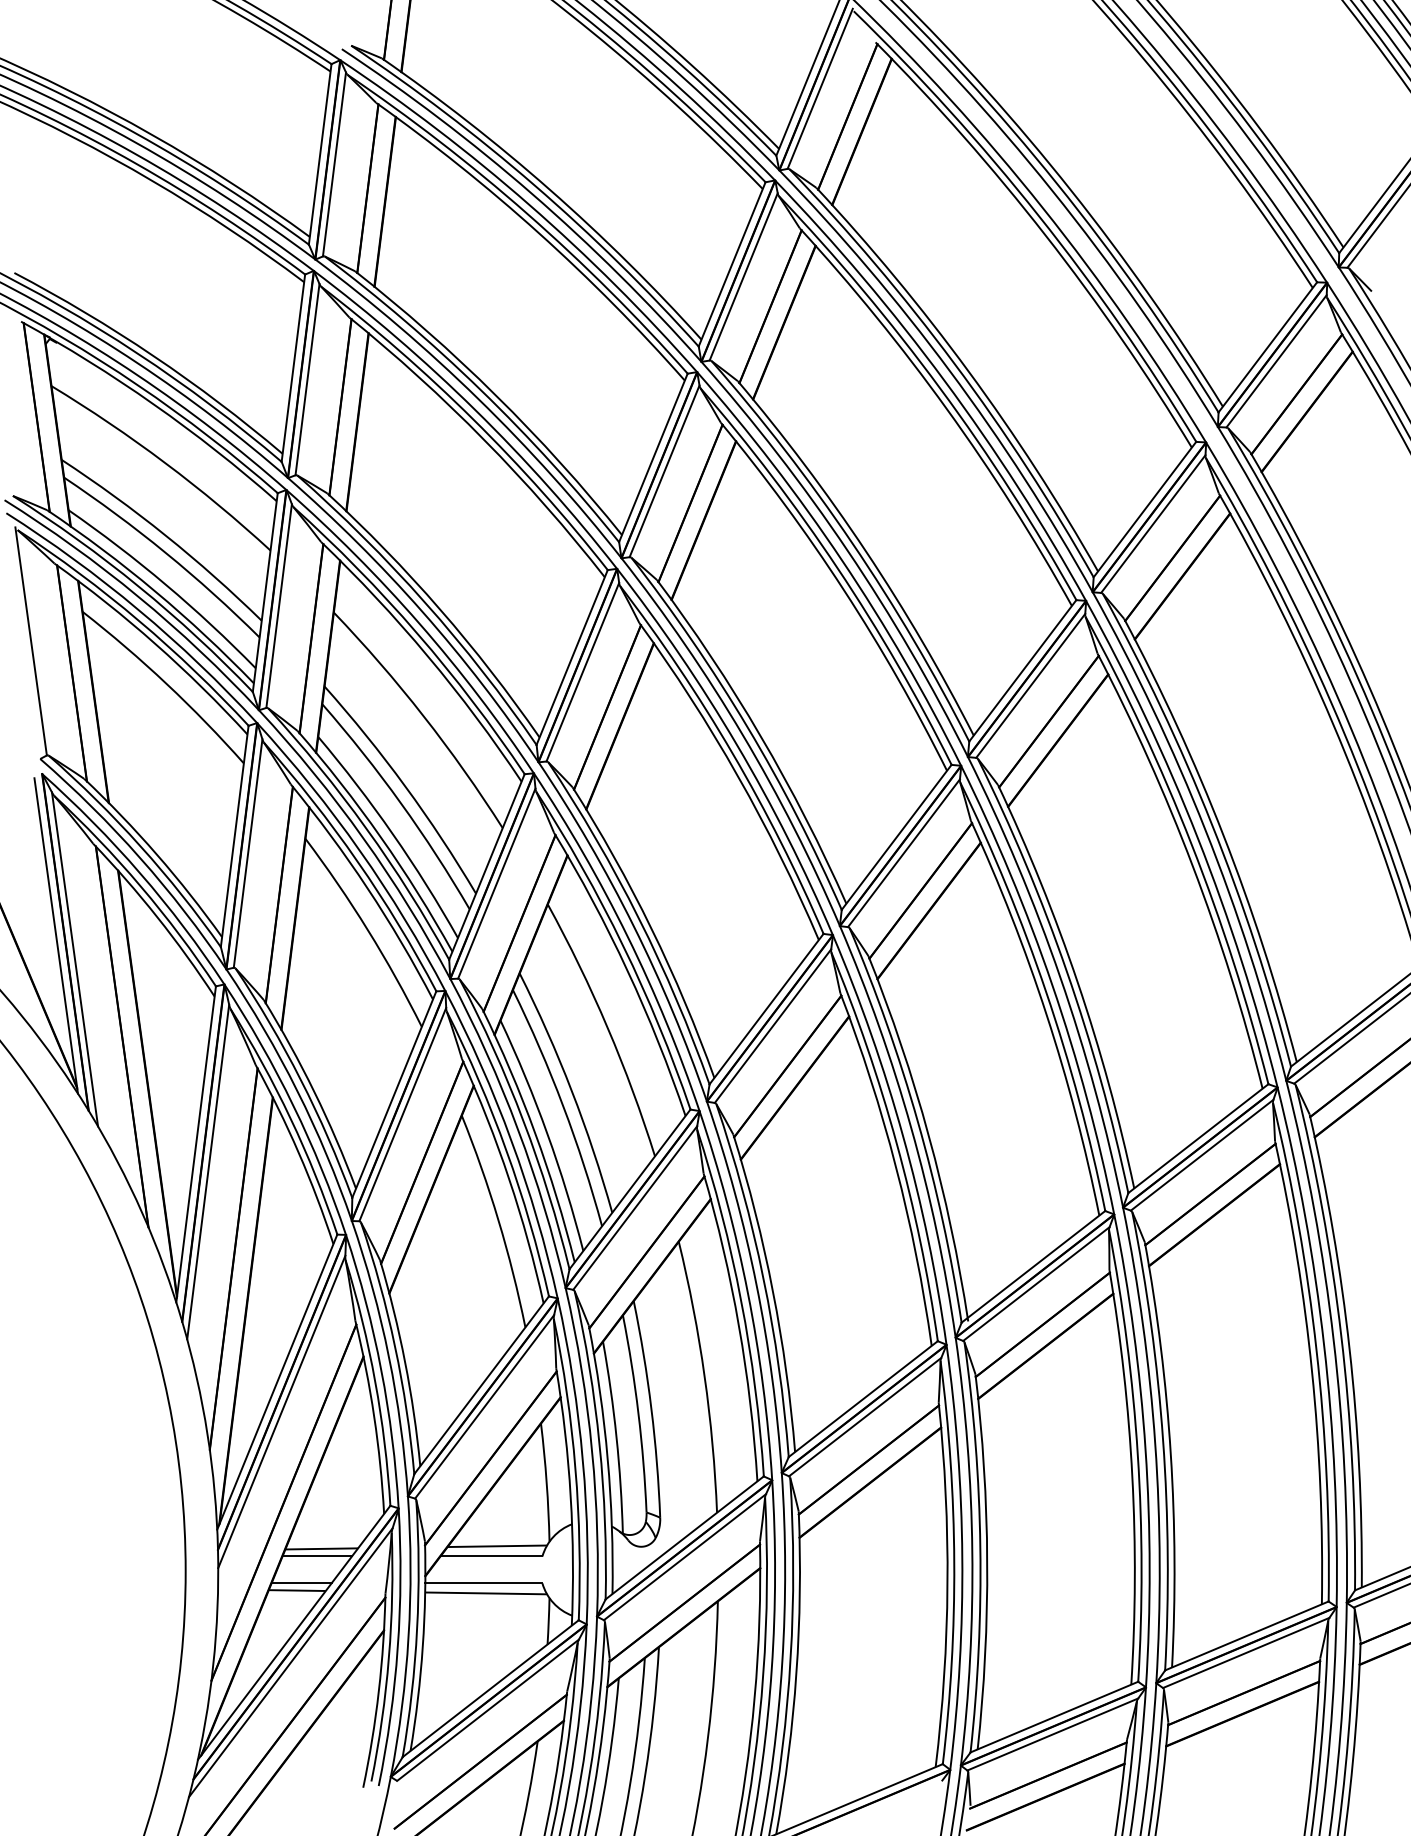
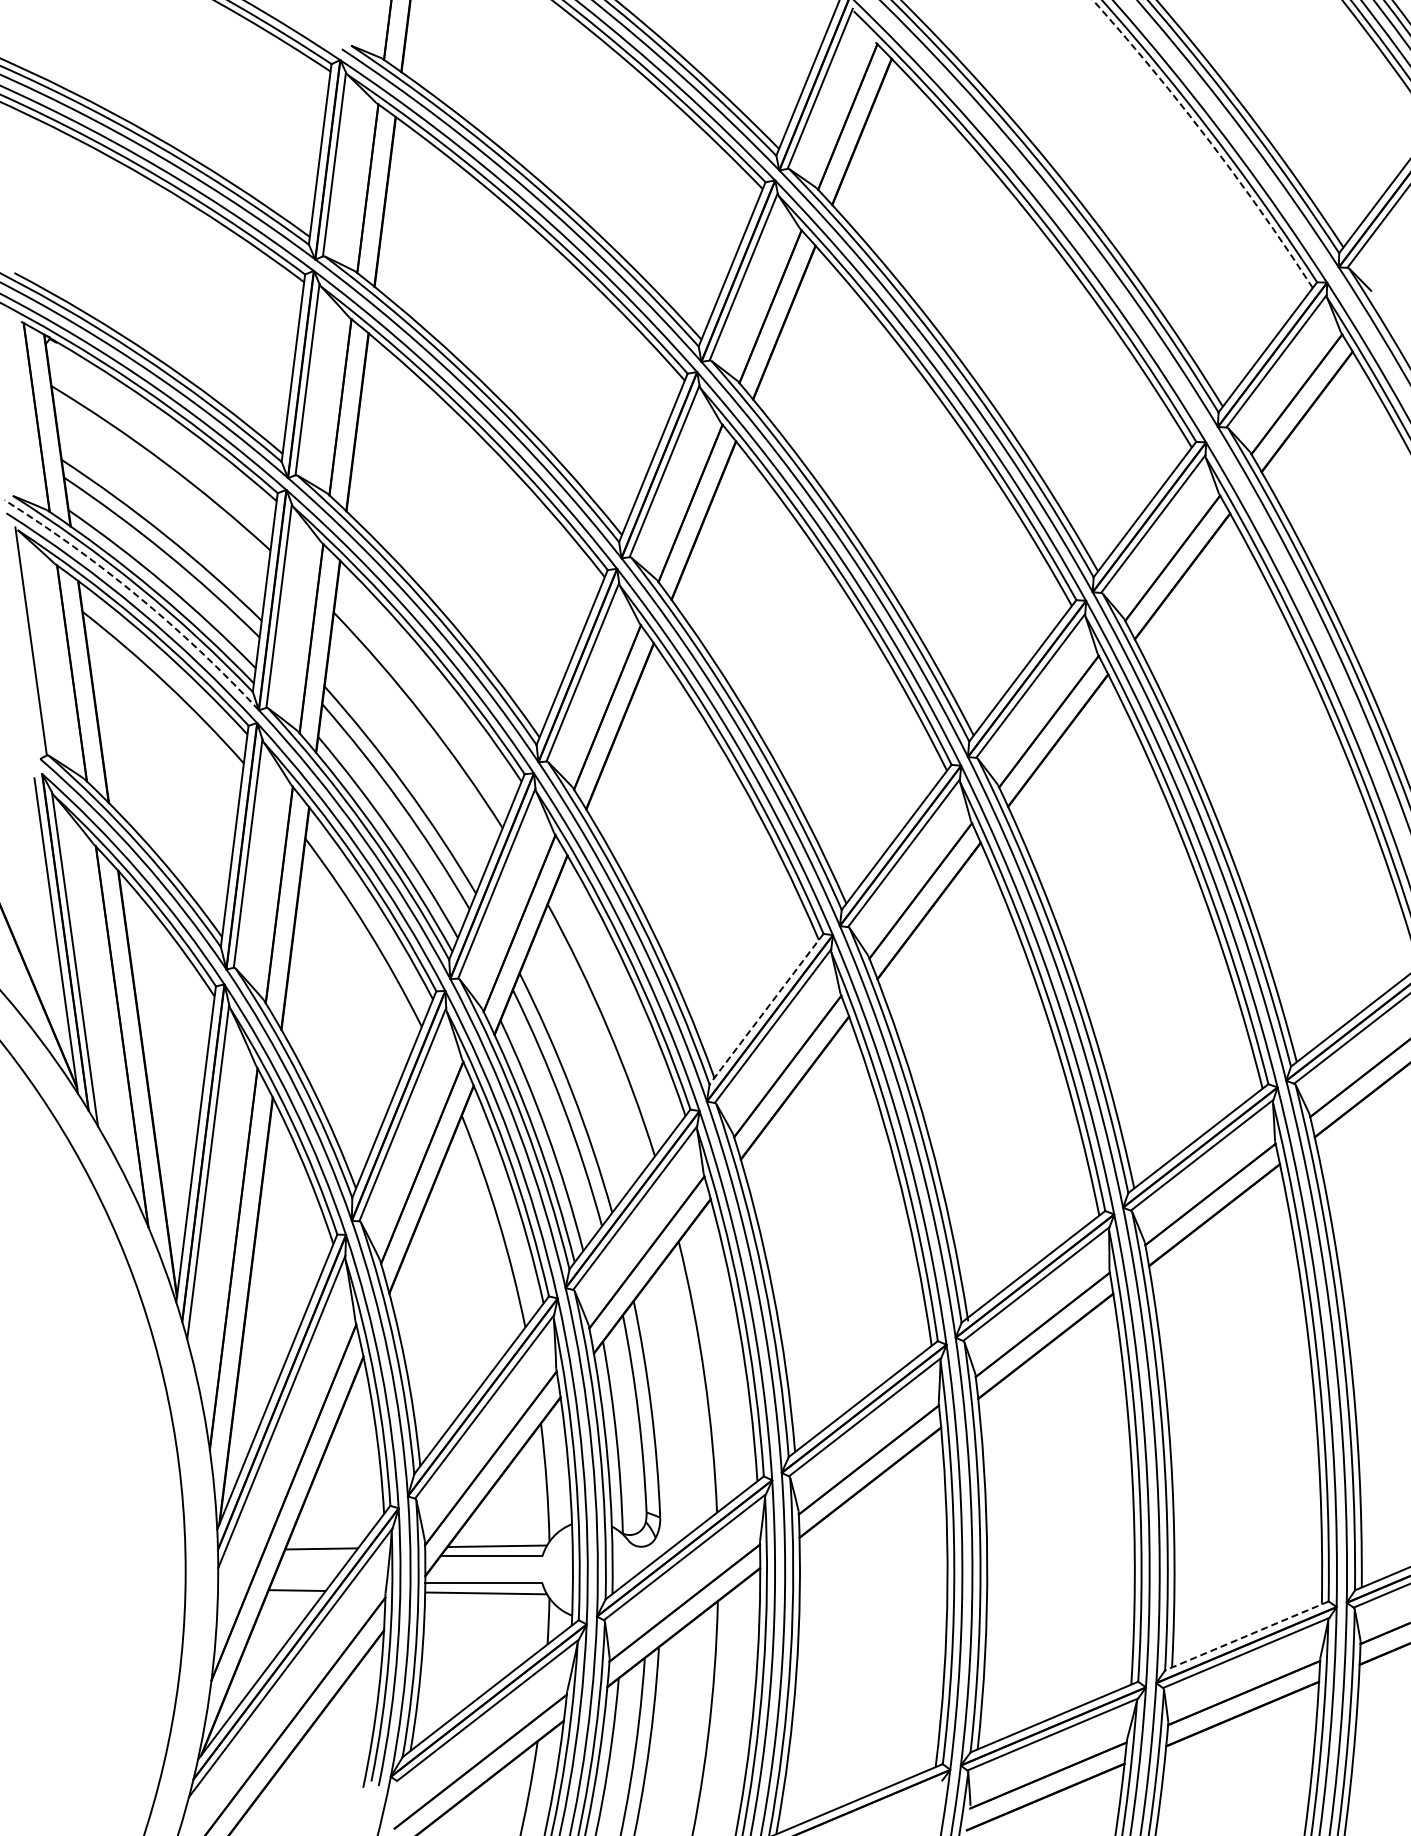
arc at (1208, 139): solid -> dashed
arc at (138, 596): solid -> dashed
line at (766, 1009): solid -> dashed
line at (317, 1556): present -> none
line at (301, 1583): present -> none
line at (1246, 1635): solid -> dashed
